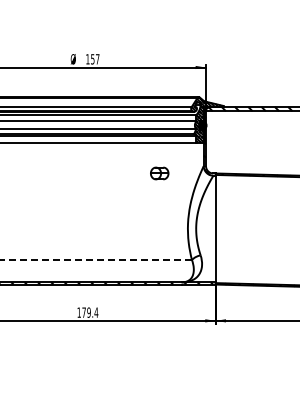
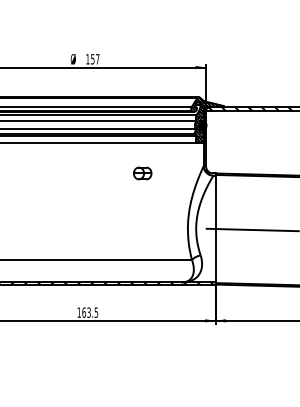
part at (159, 173) position: (159, 173) -> (142, 173)
line at (250, 229): none -> present
line at (96, 260): dashed -> solid
text at (90, 312): 179.4 -> 163.5
